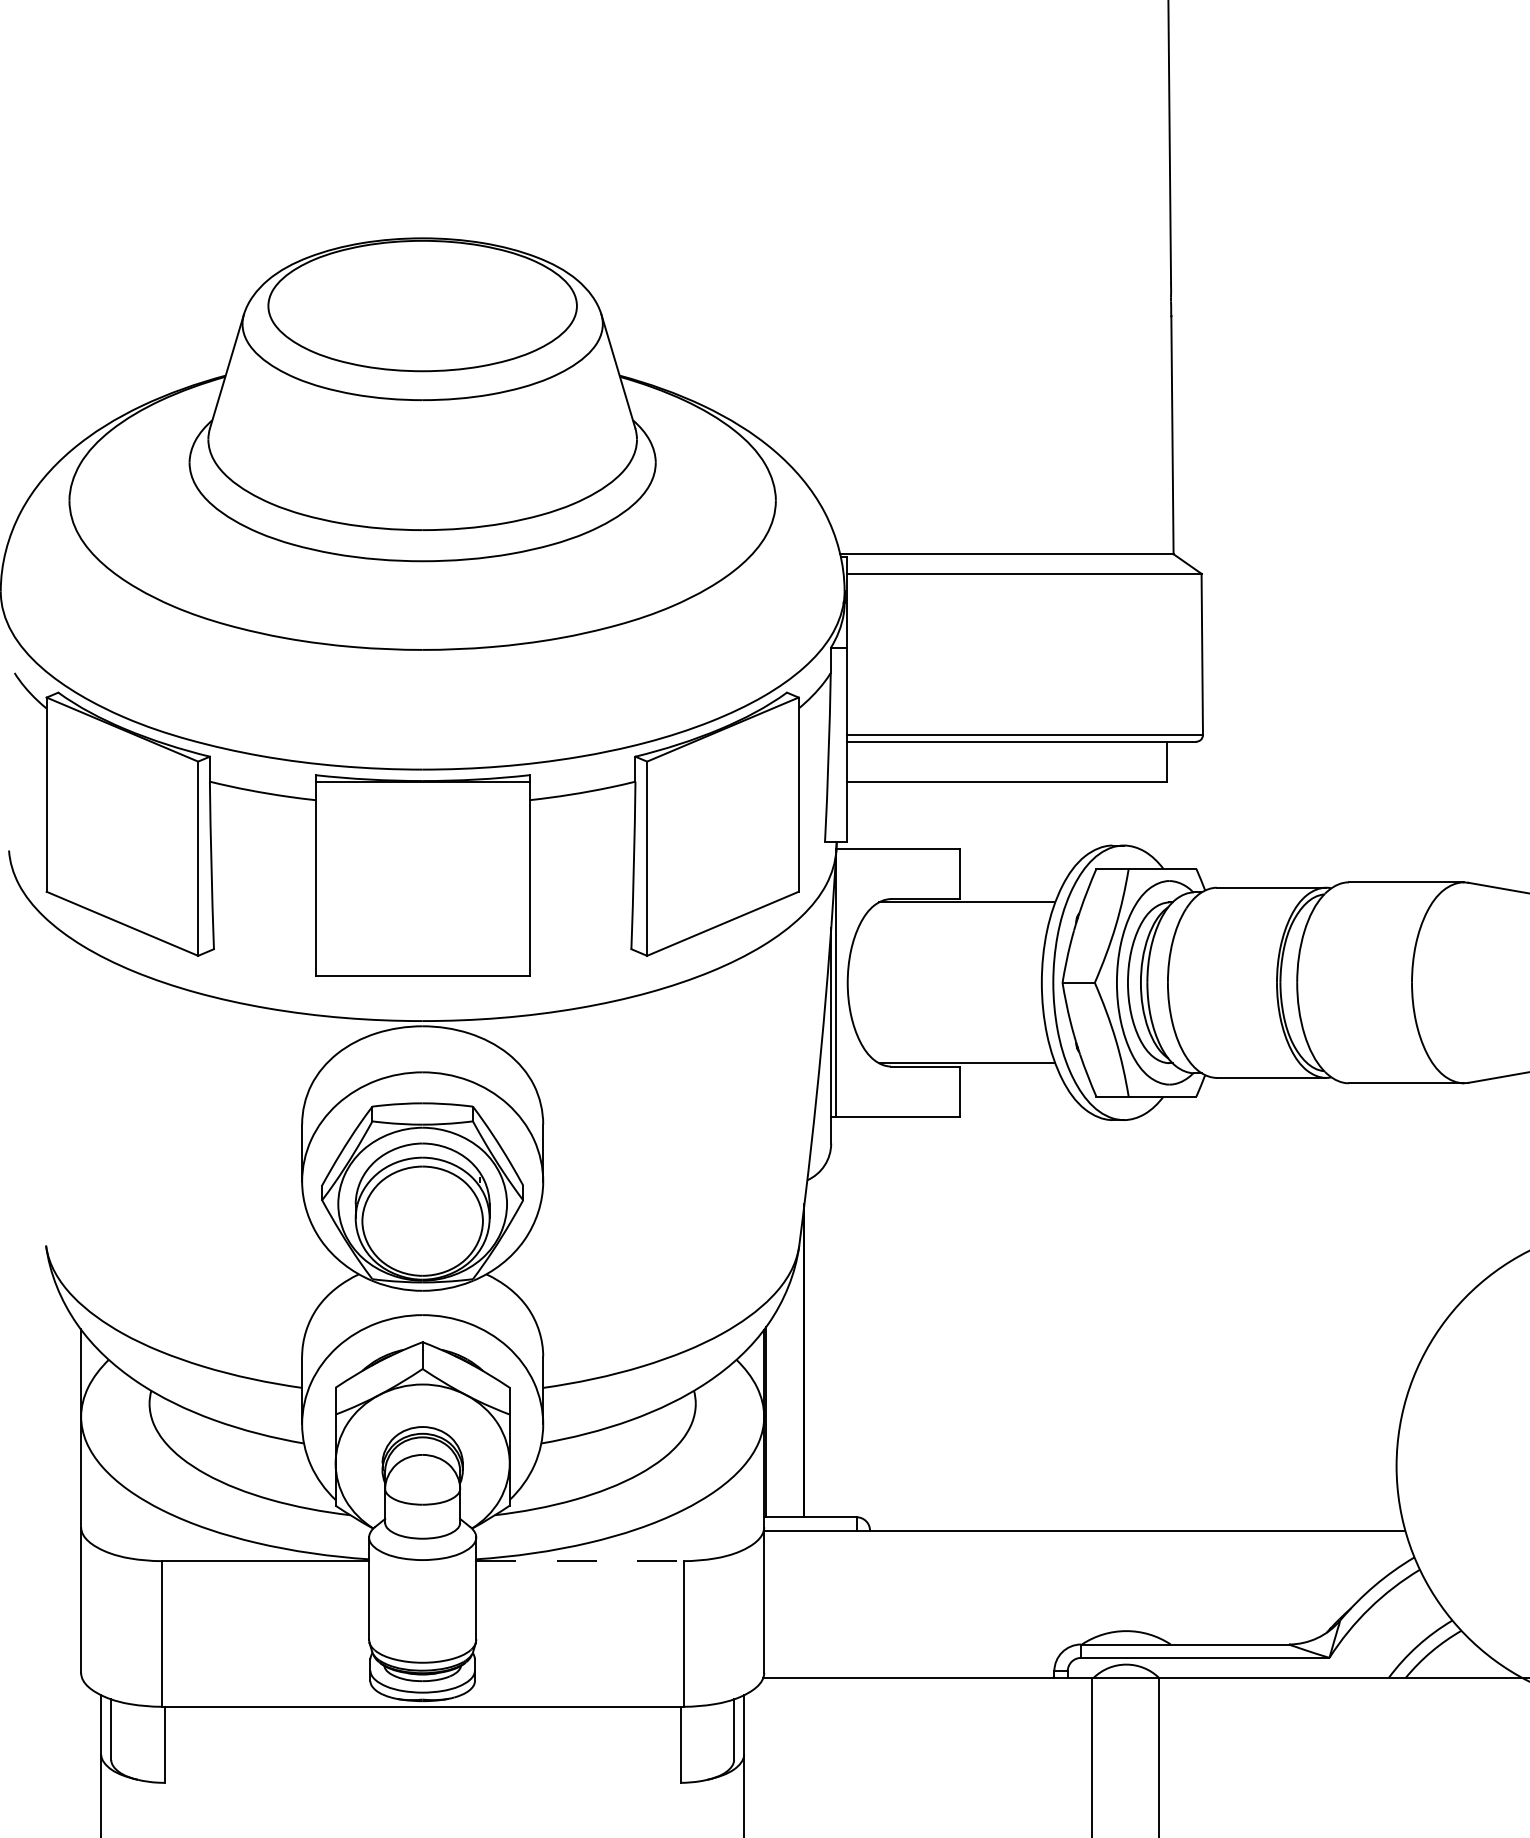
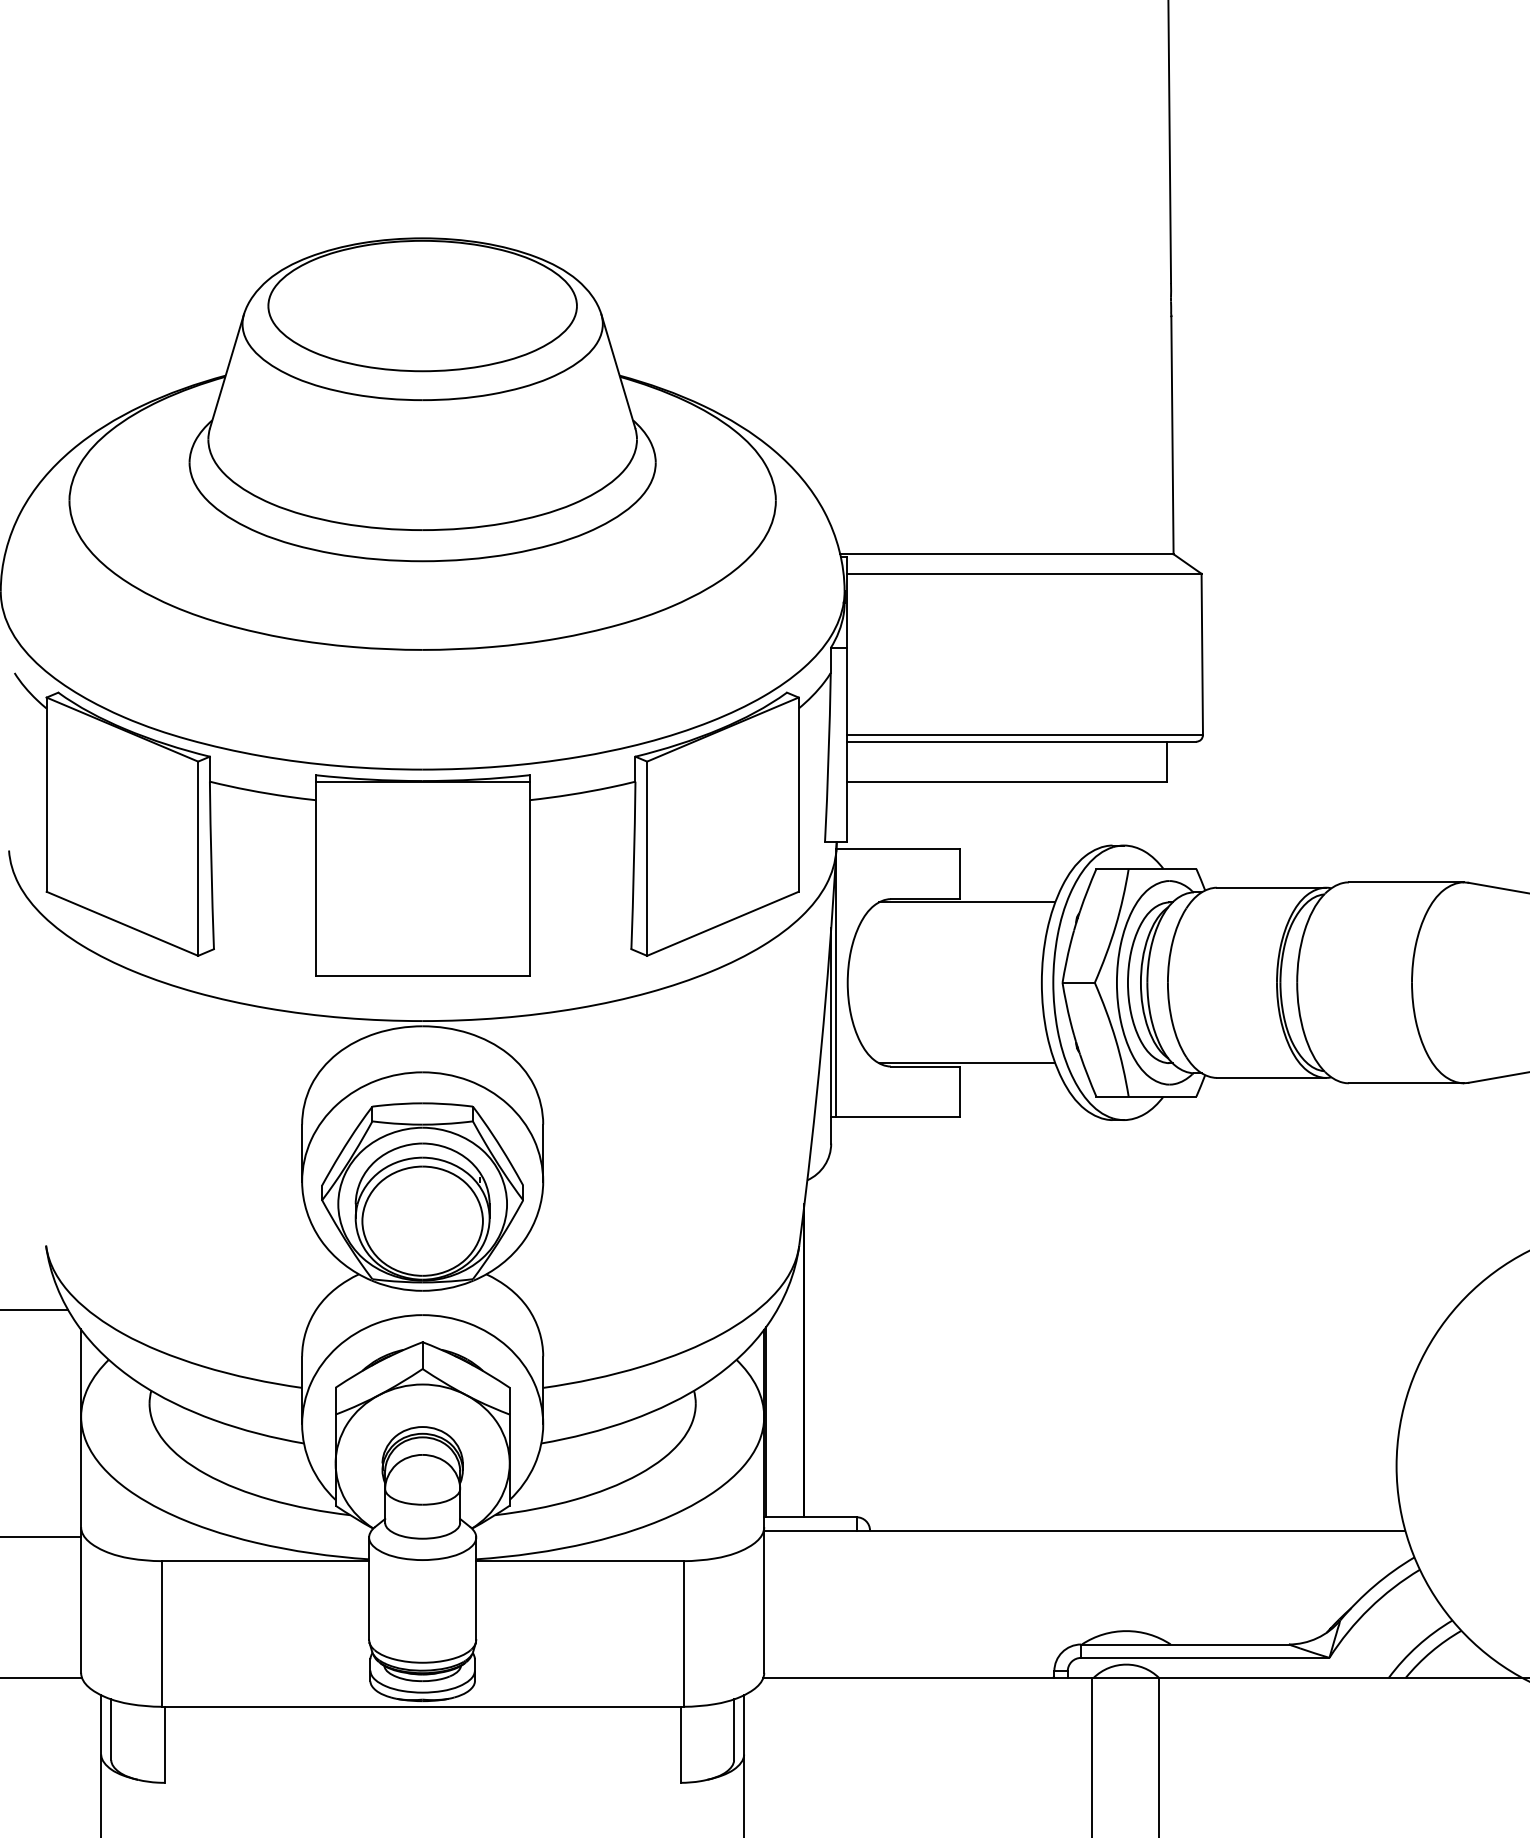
line at (34, 1309): none -> present
line at (41, 1537): none -> present
line at (580, 1561): dashed -> solid
line at (42, 1677): none -> present
